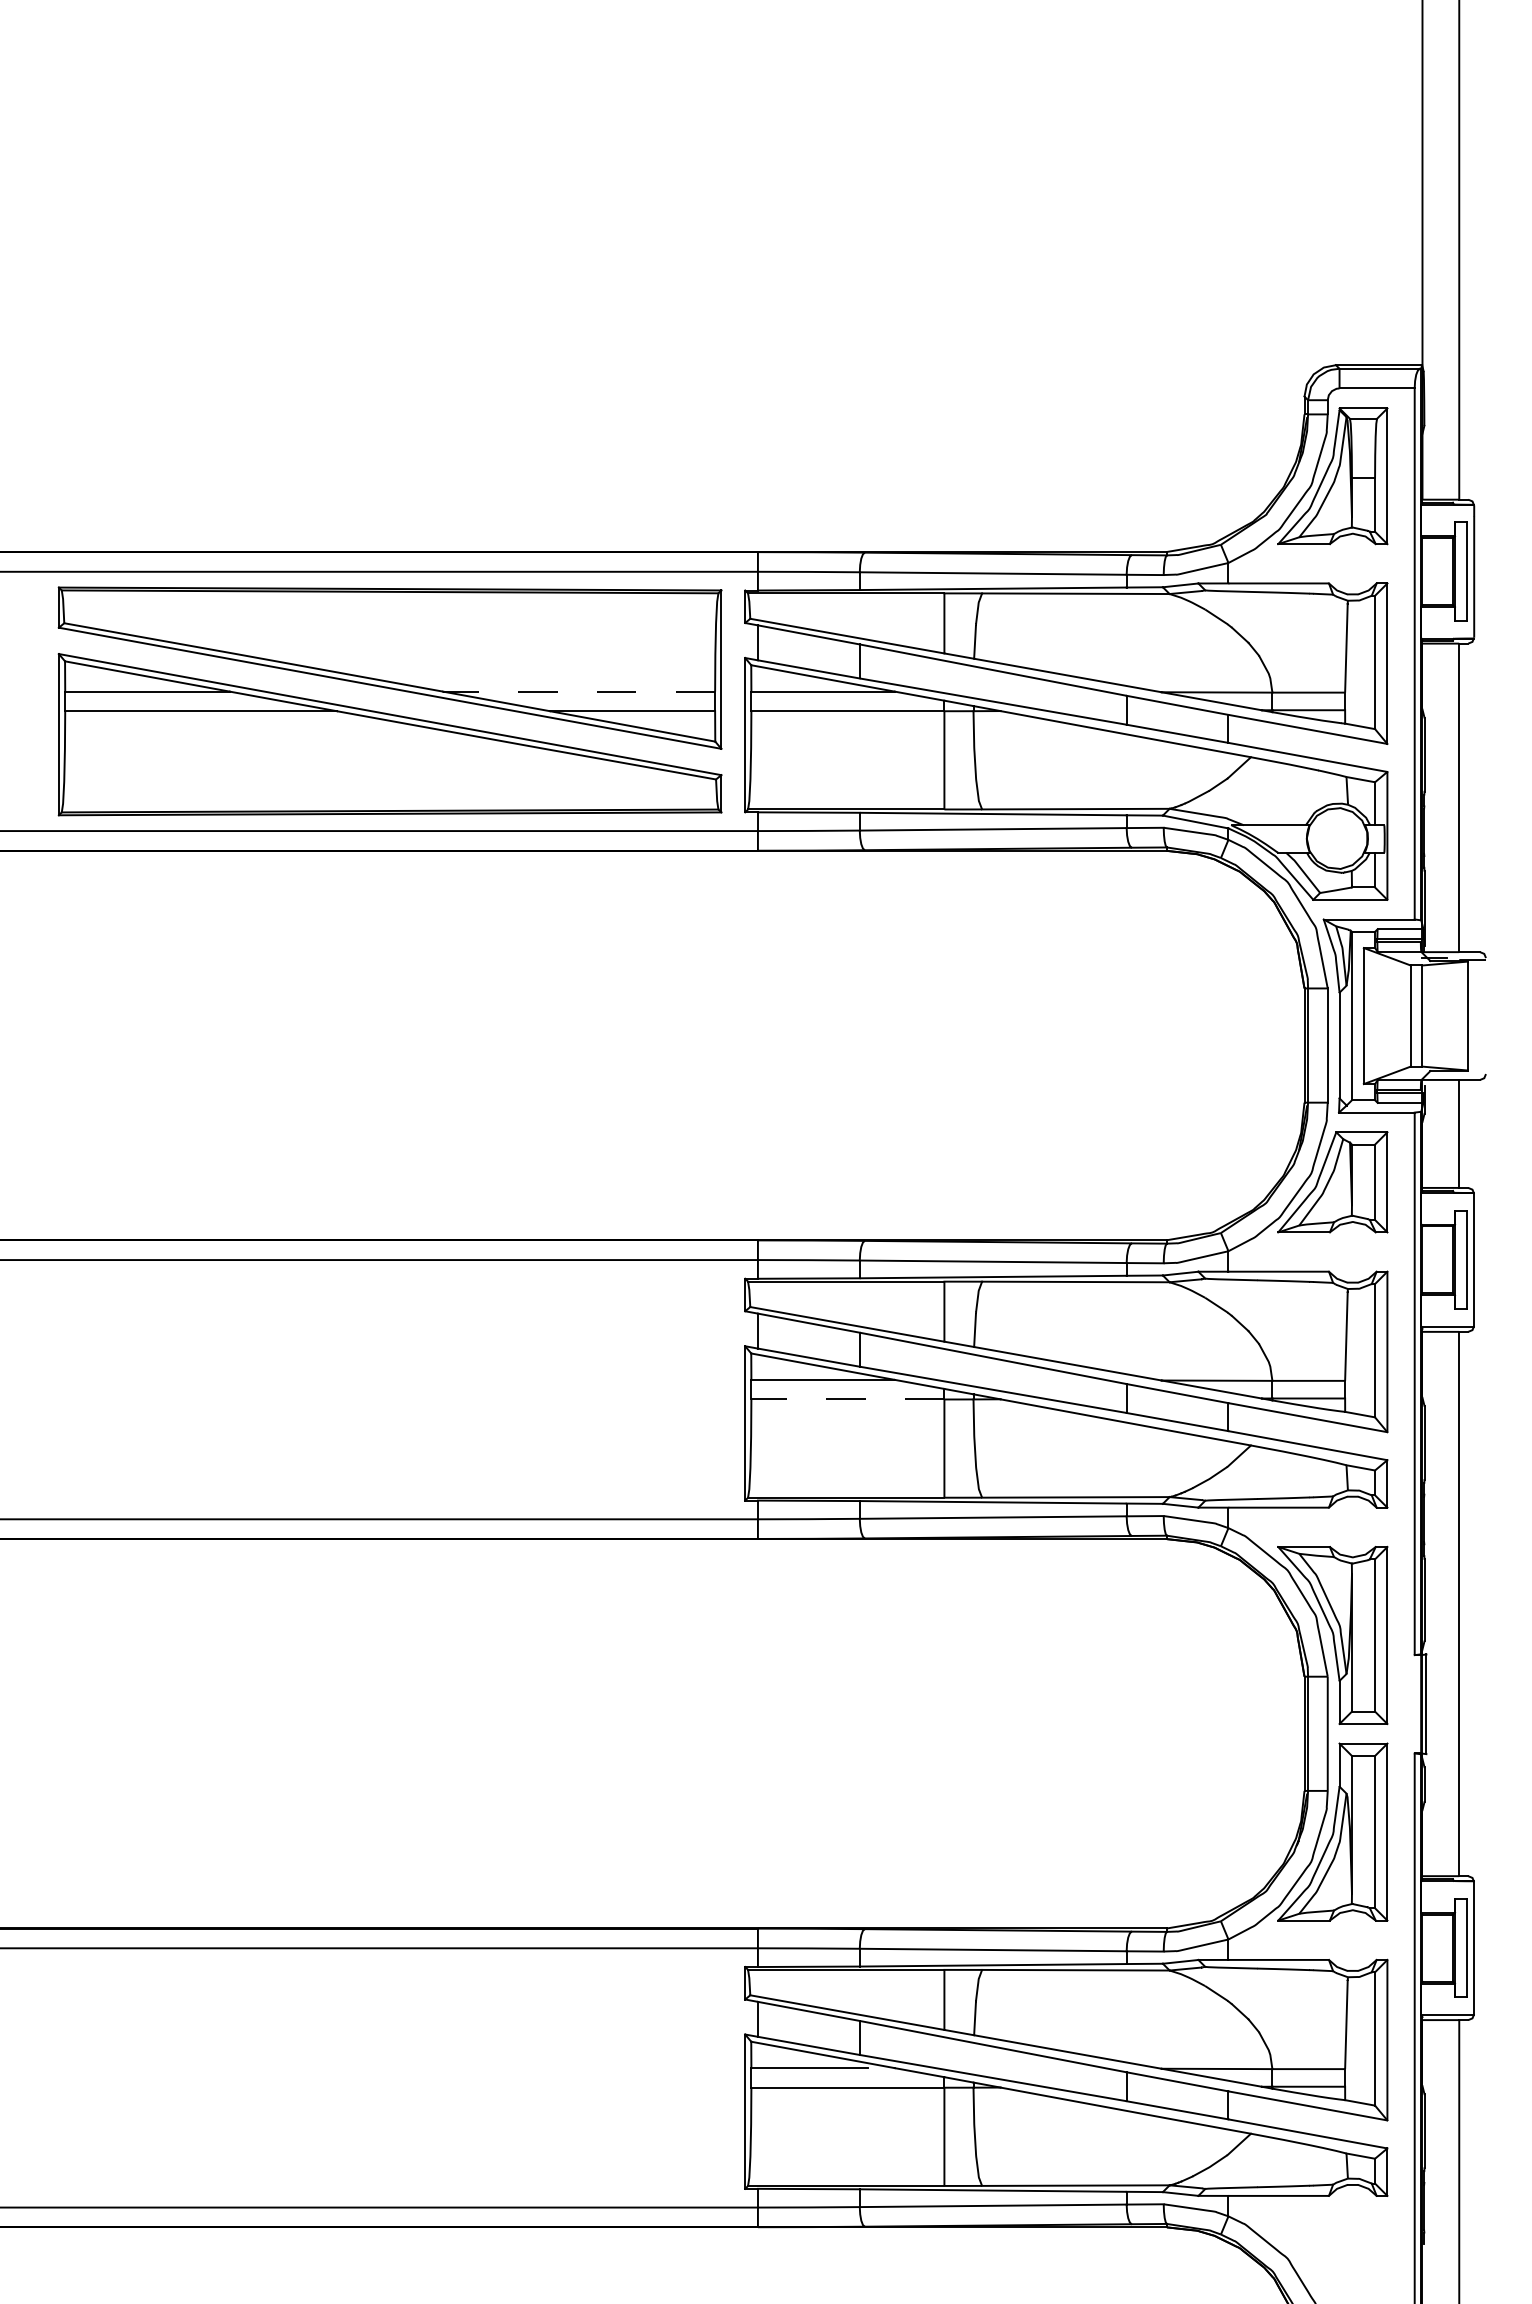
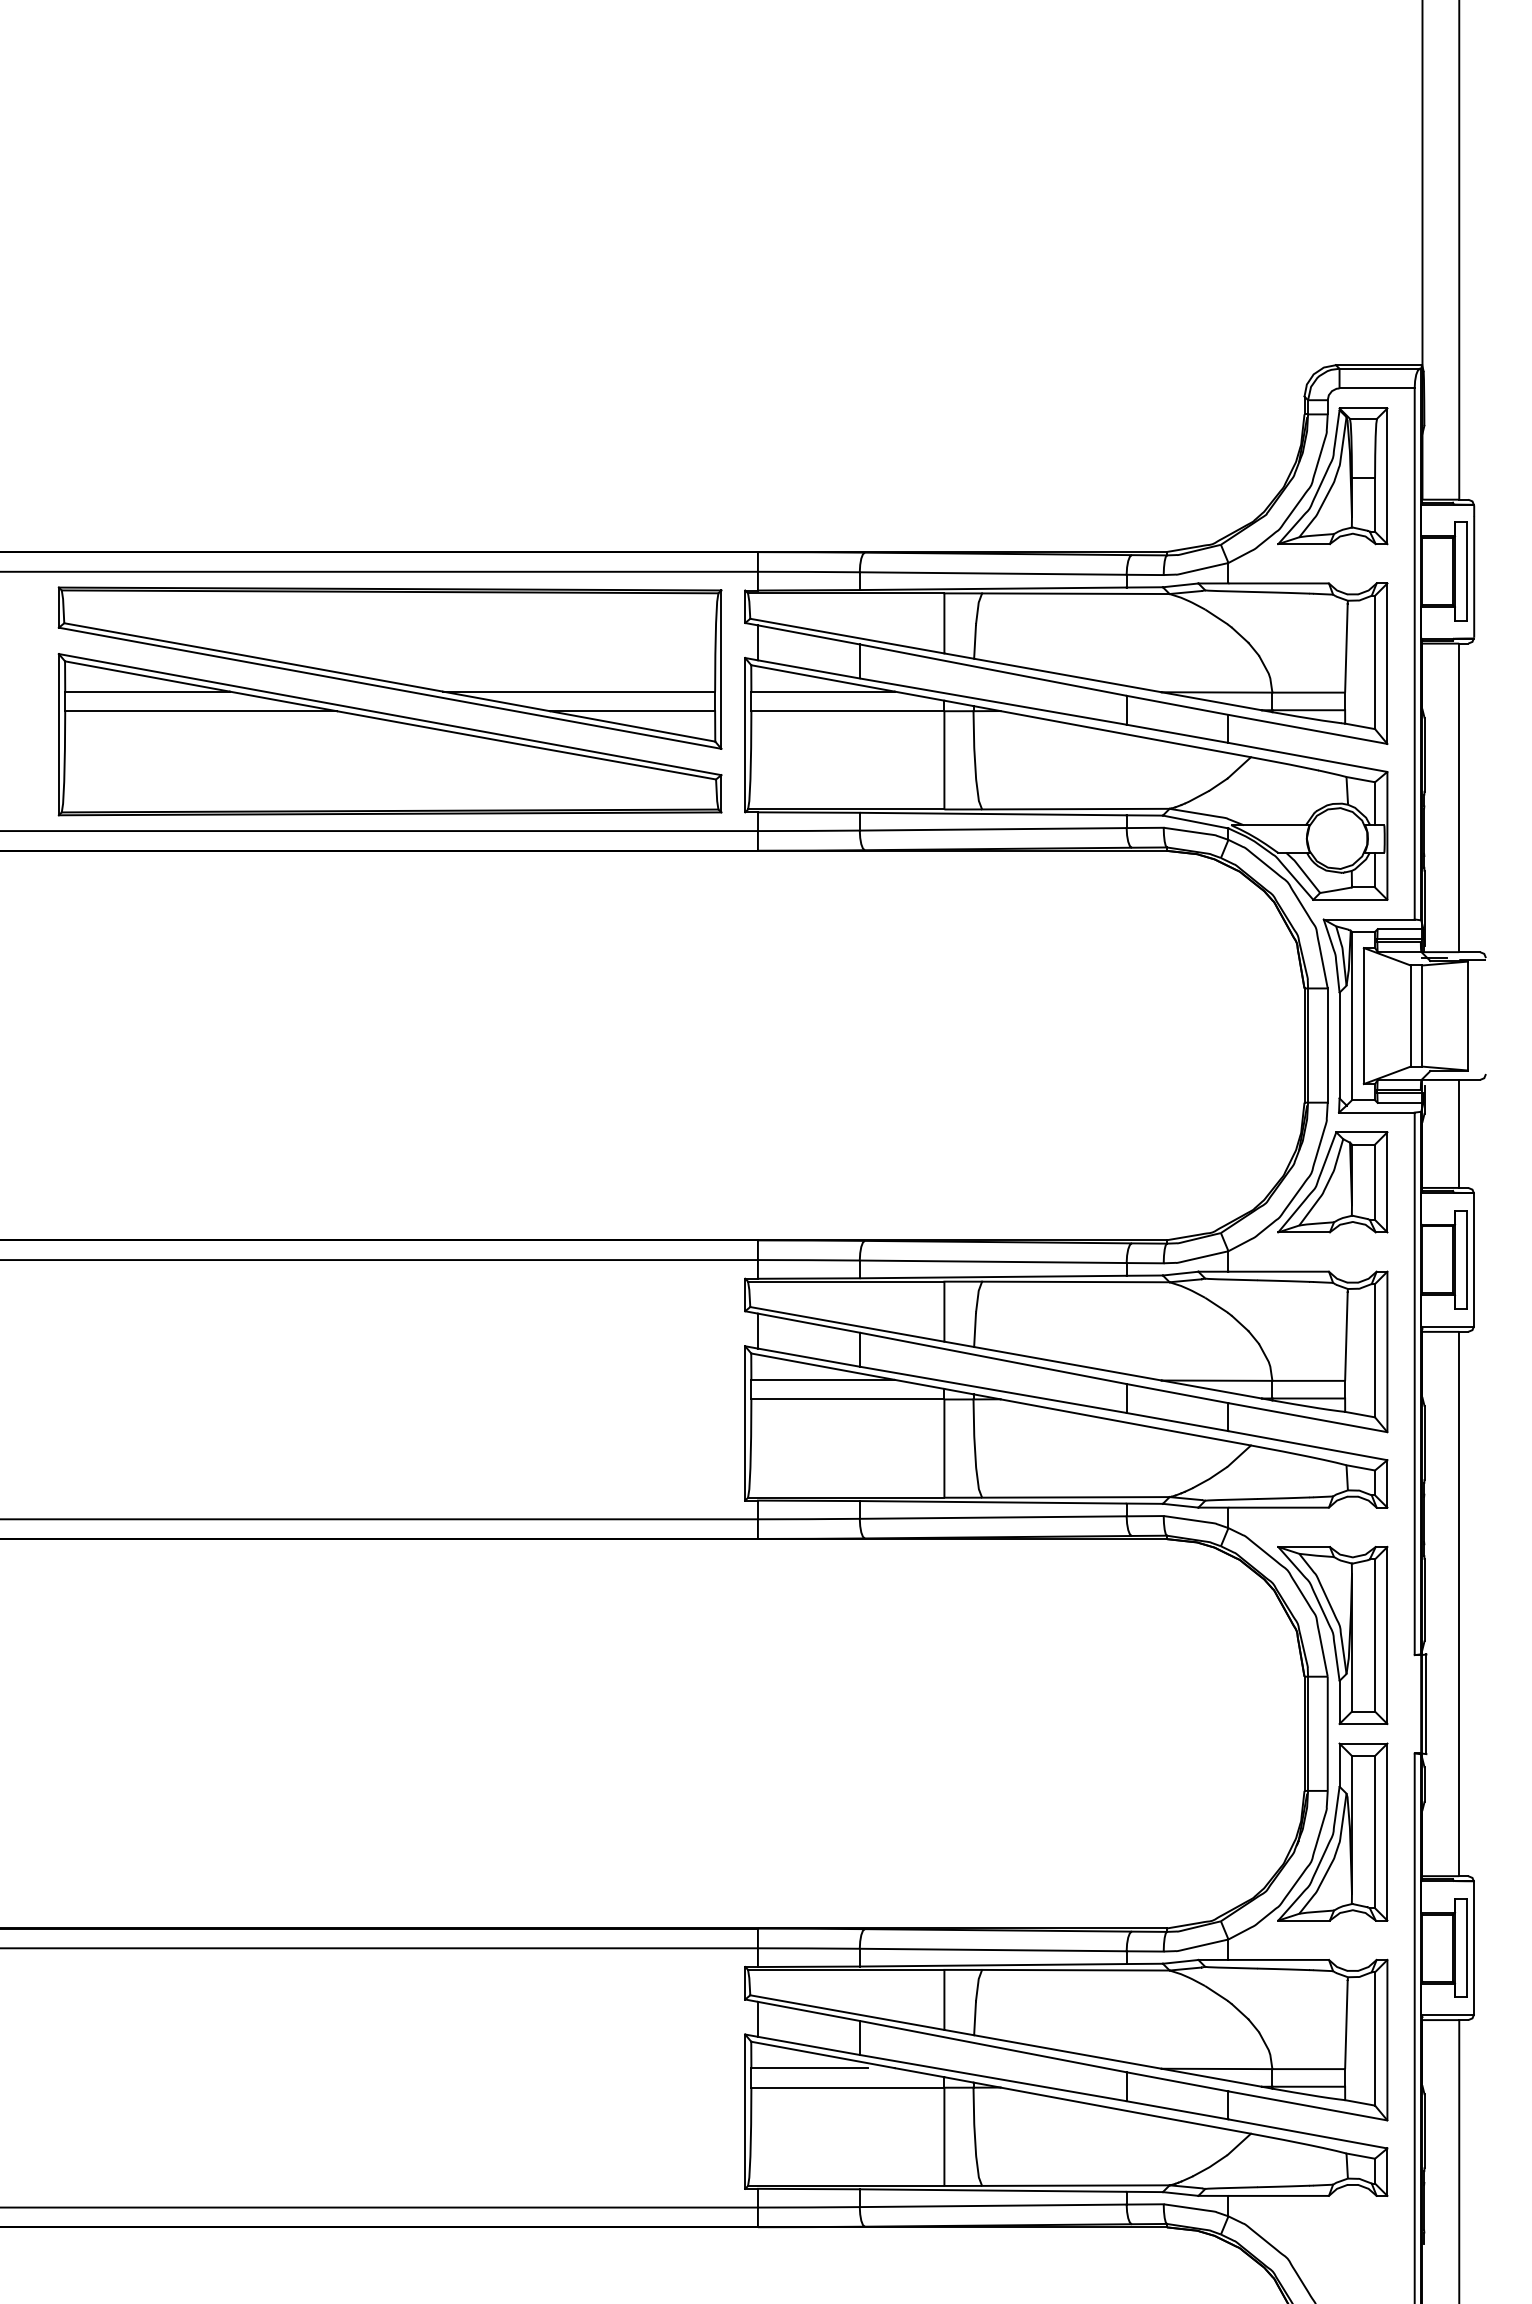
line at (579, 691): dashed -> solid
line at (847, 1399): dashed -> solid
